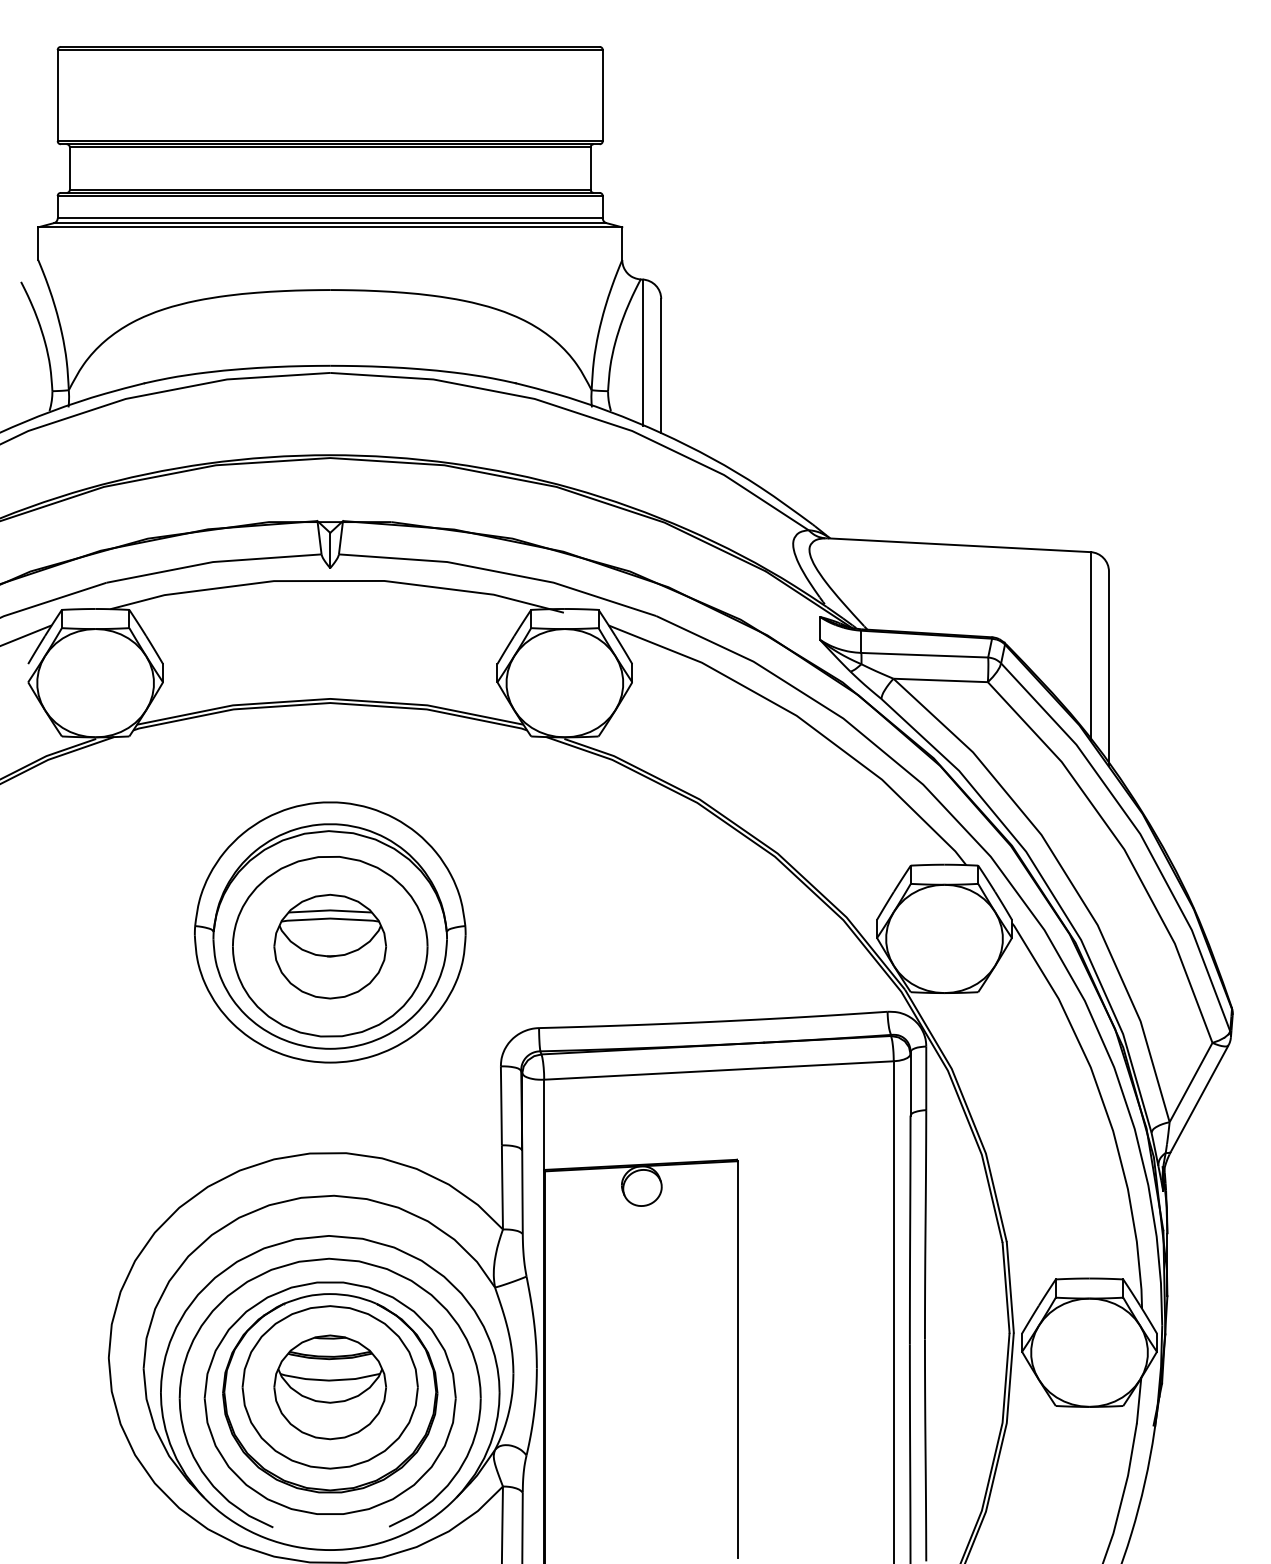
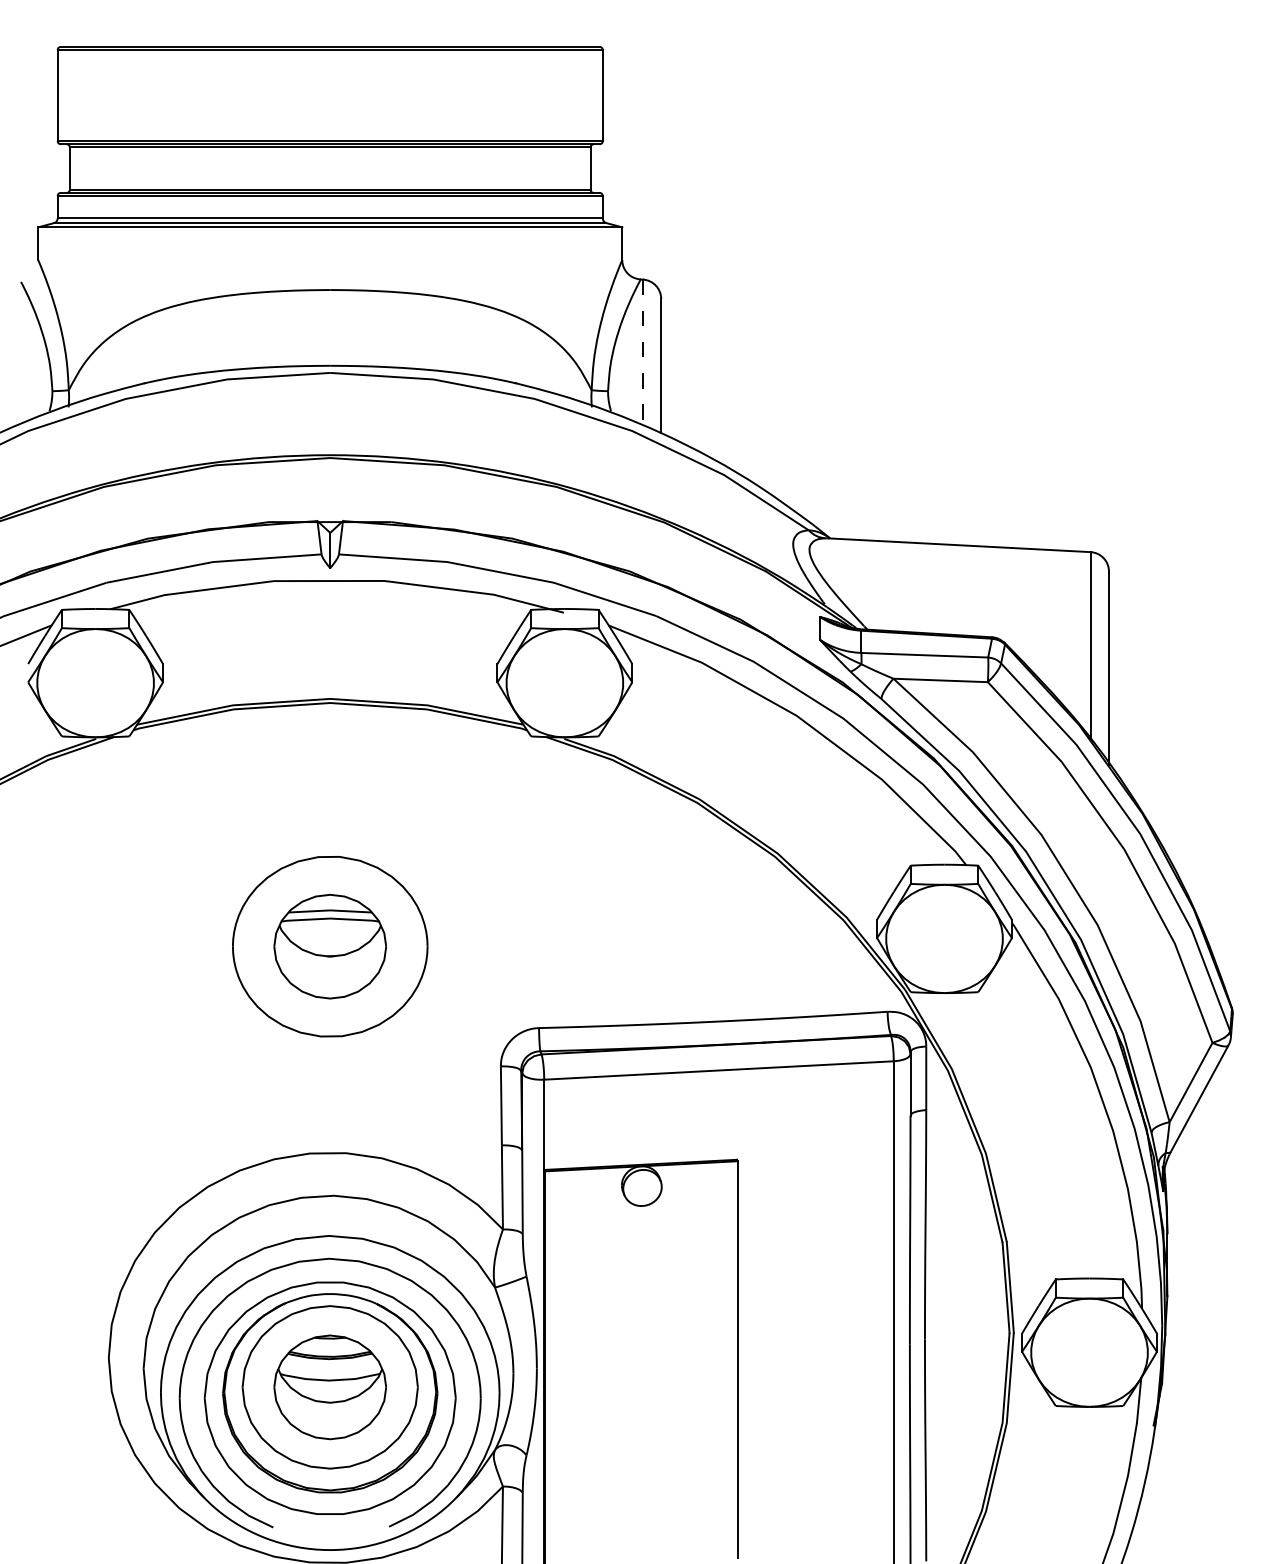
line at (642, 353): solid -> dashed
part at (330, 932): present -> none
